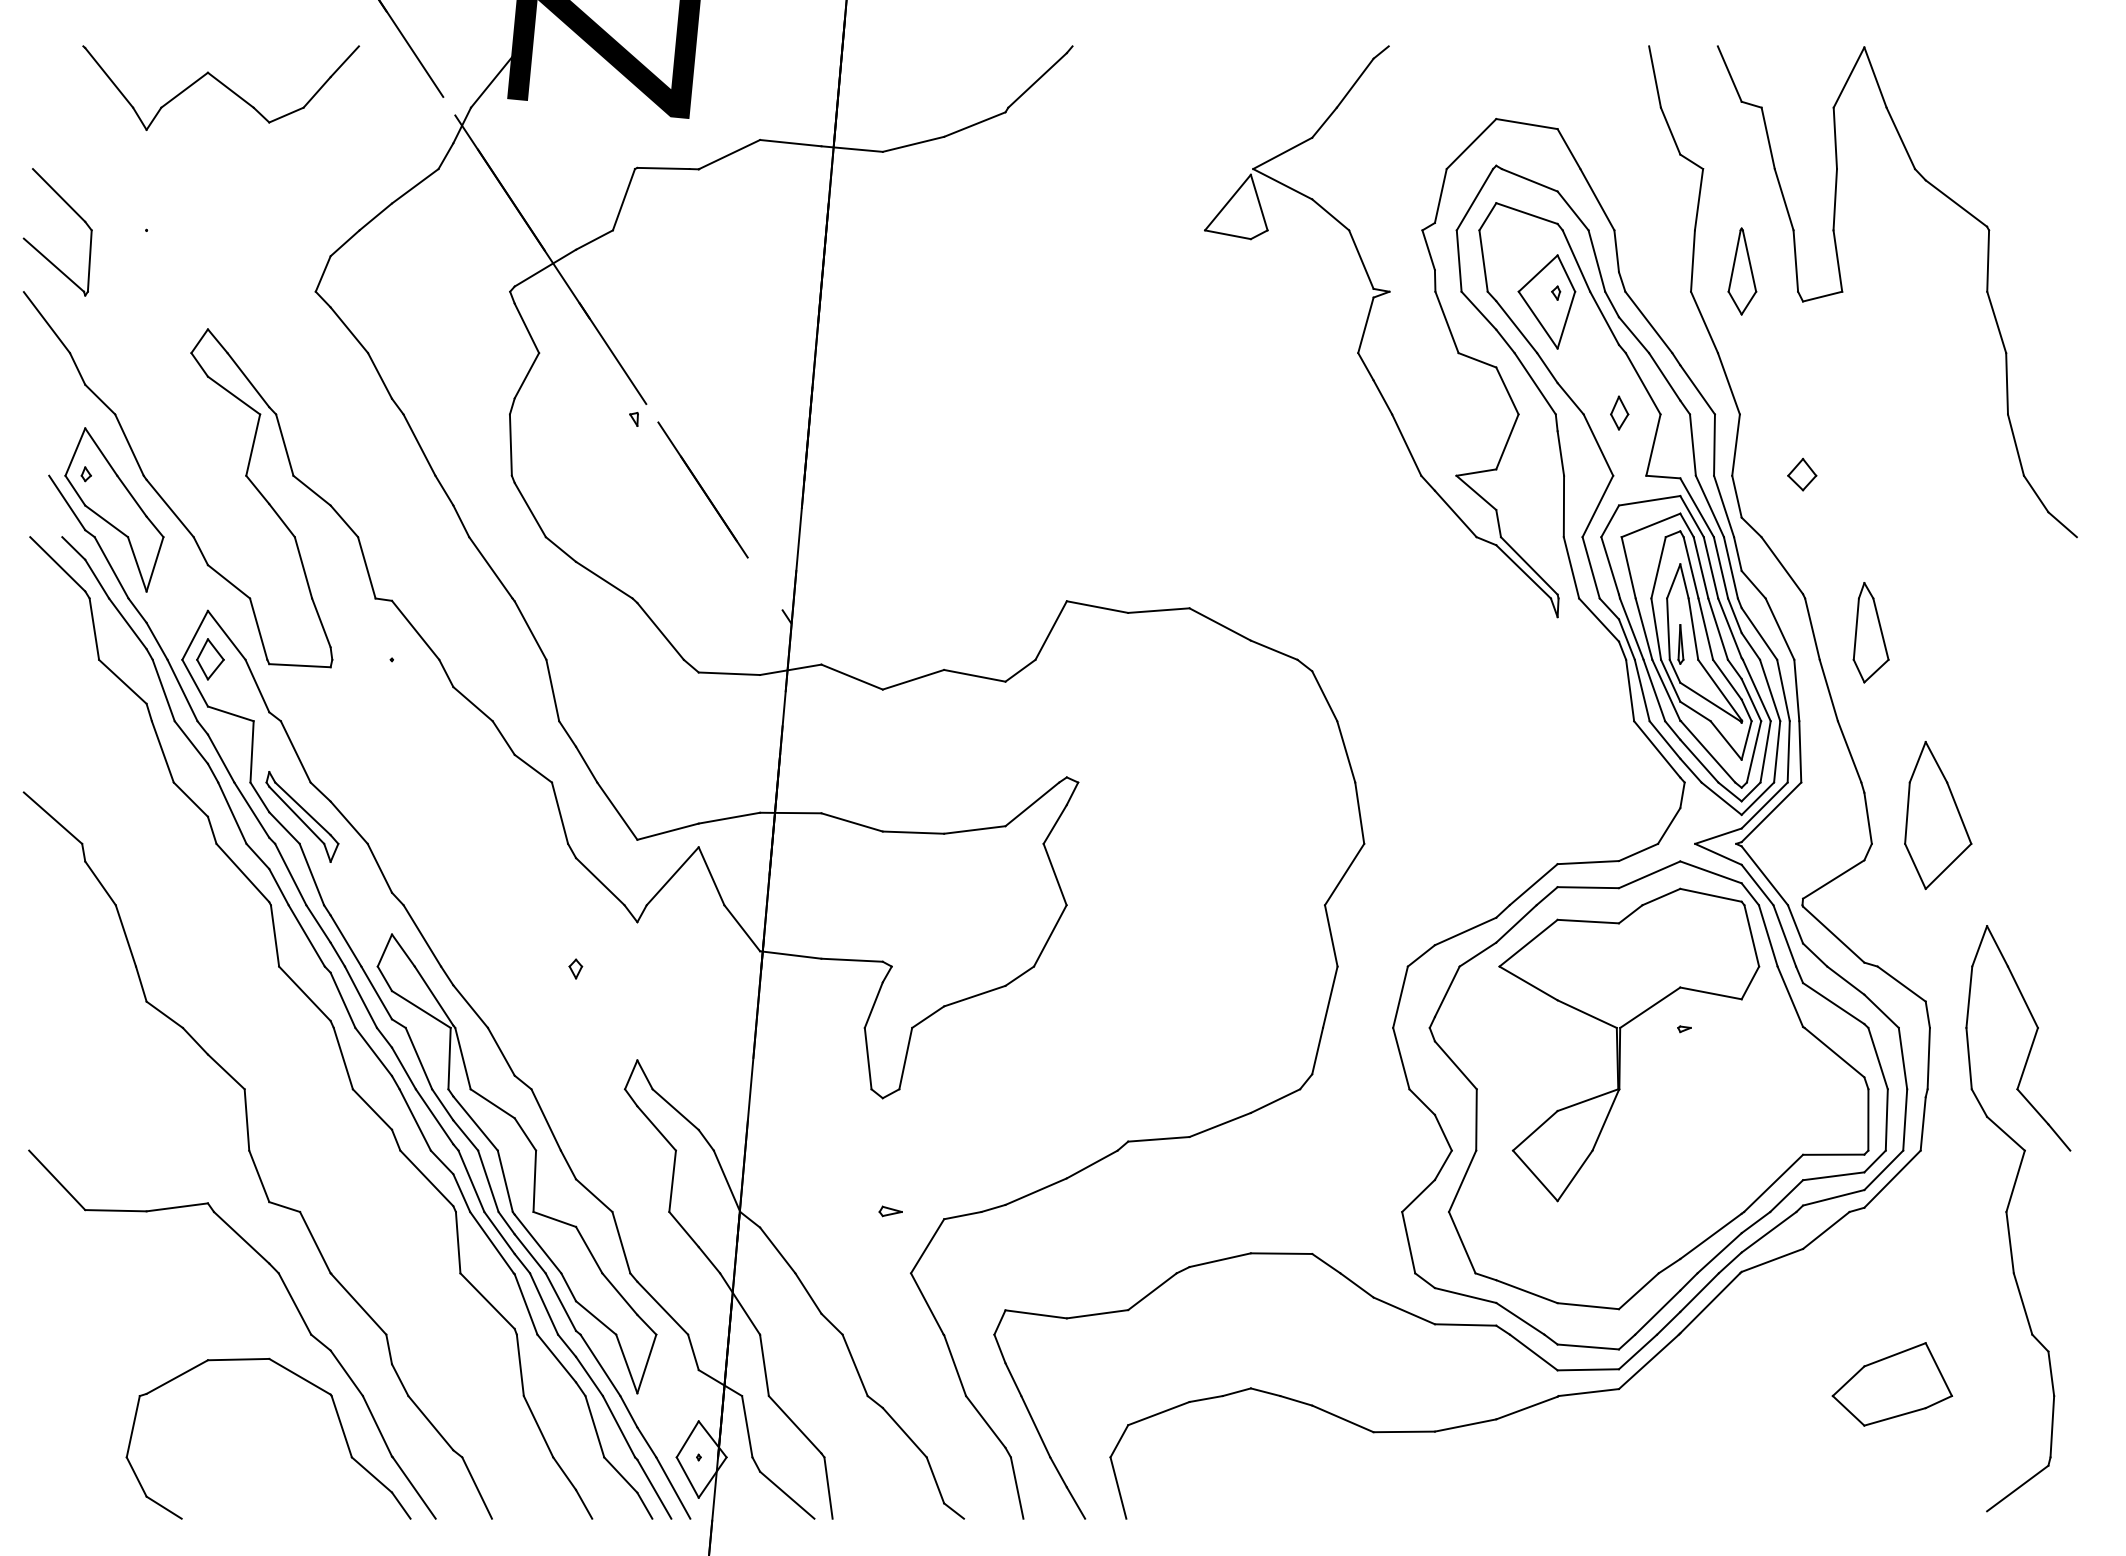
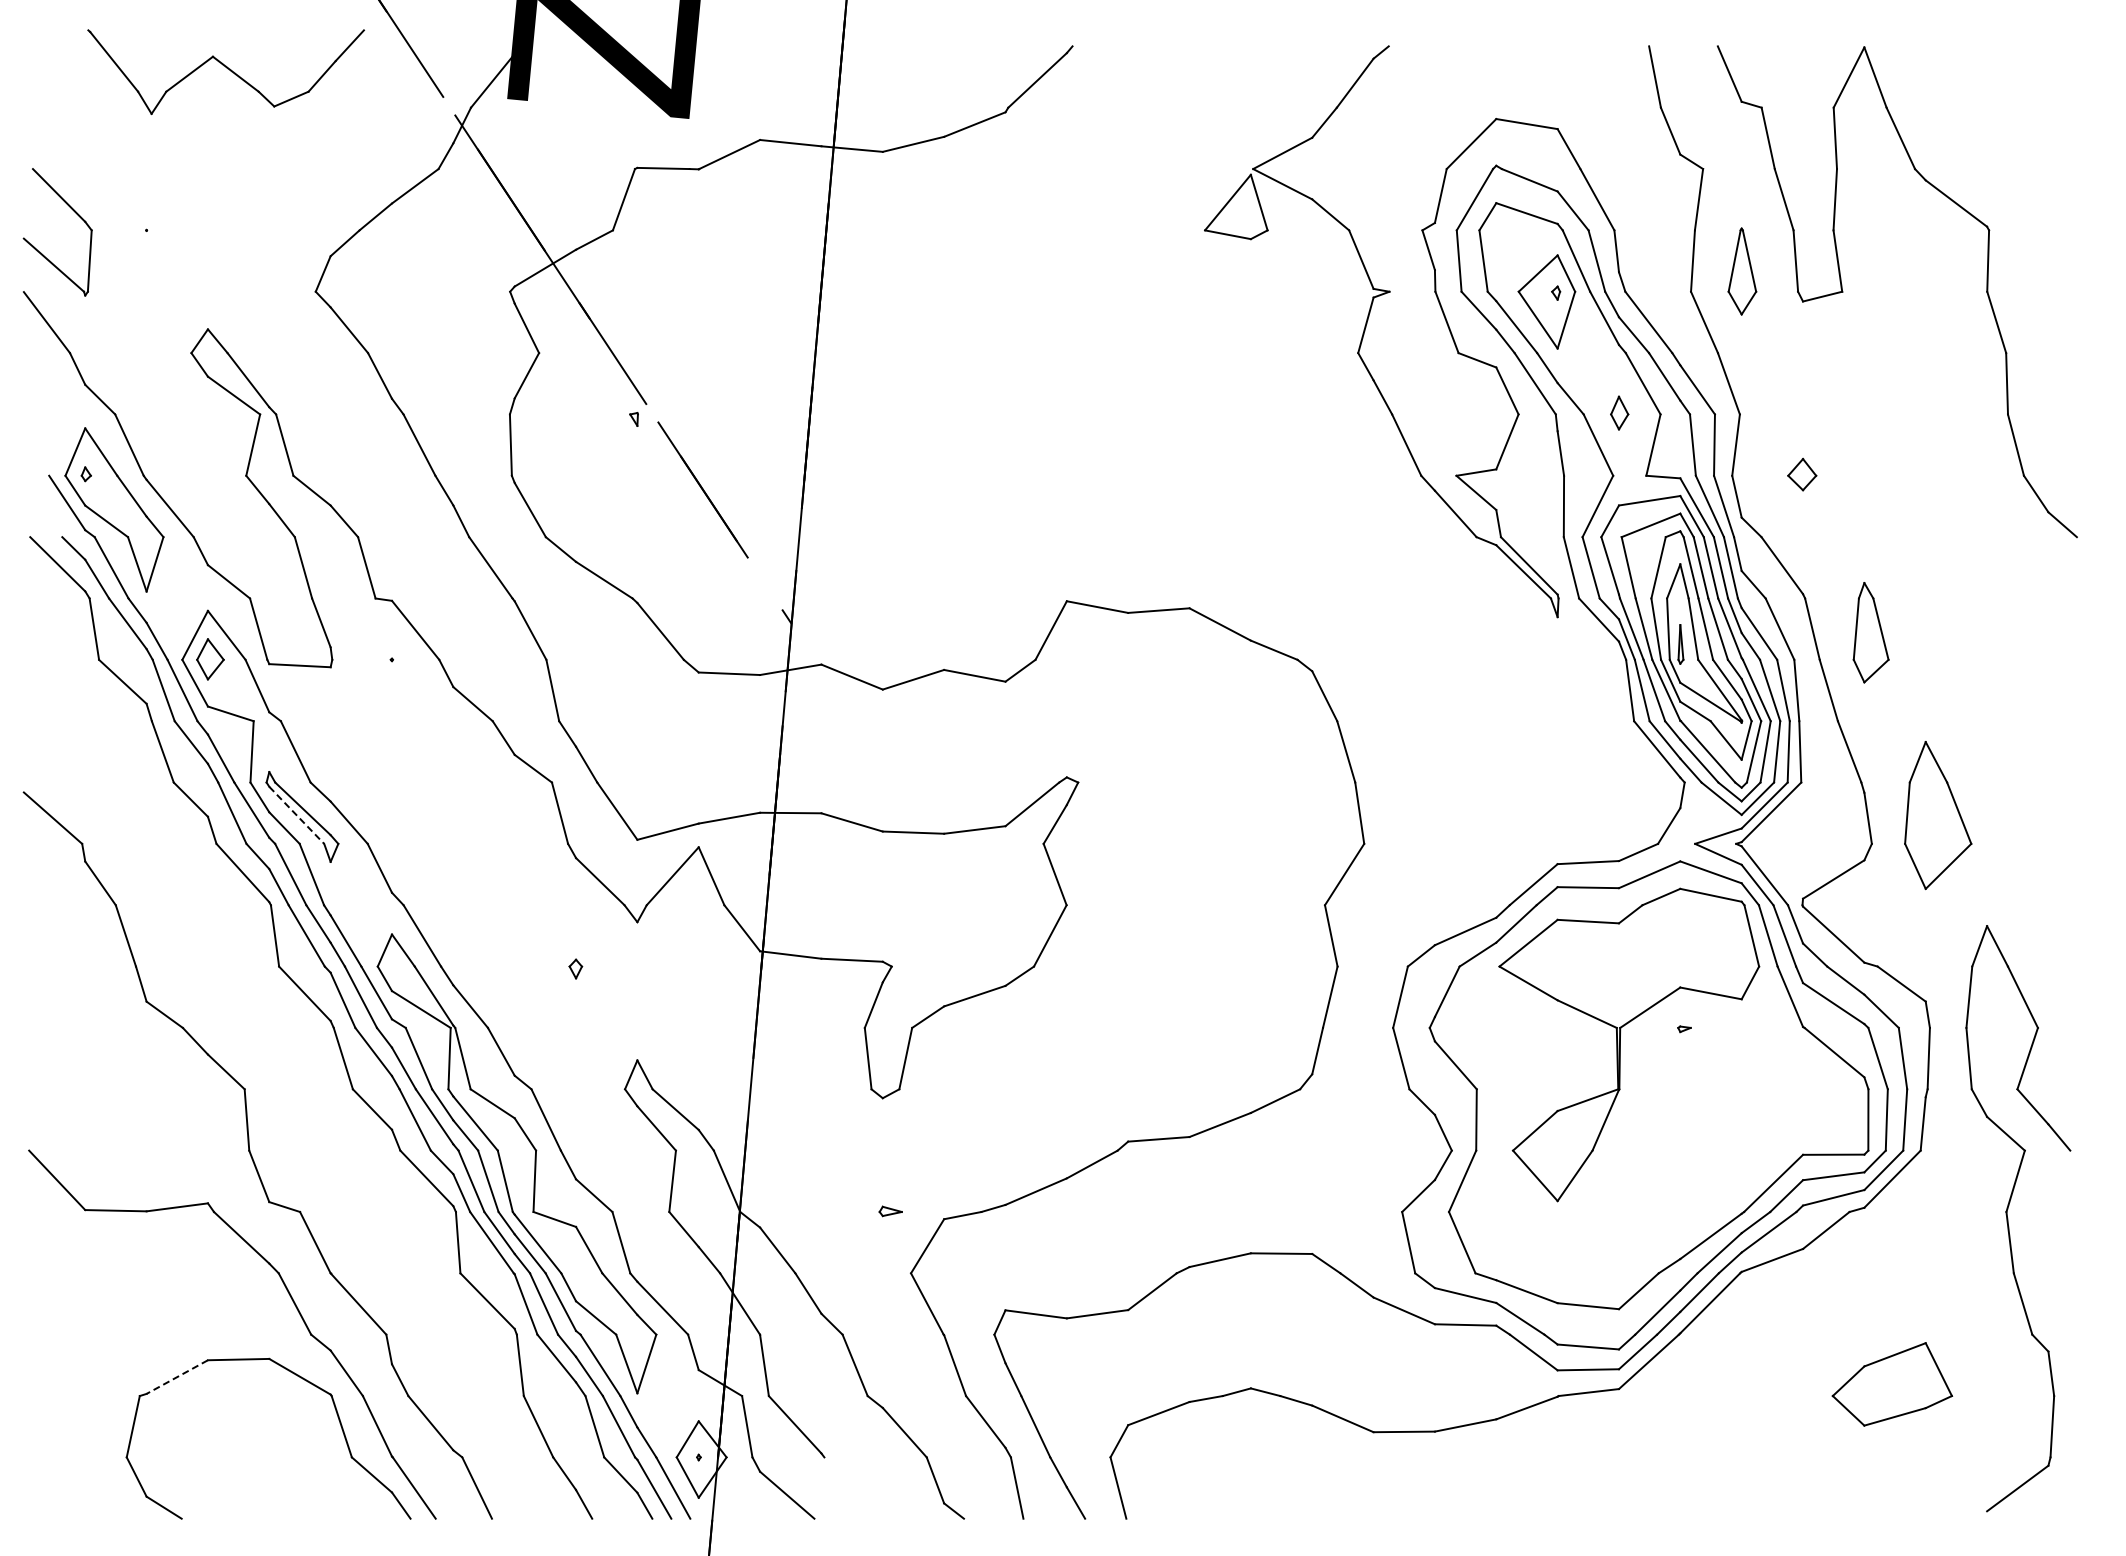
part at (220, 87) position: (220, 87) -> (225, 71)
line at (296, 815): solid -> dashed
line at (177, 1377): solid -> dashed
line at (828, 1487): present -> none
